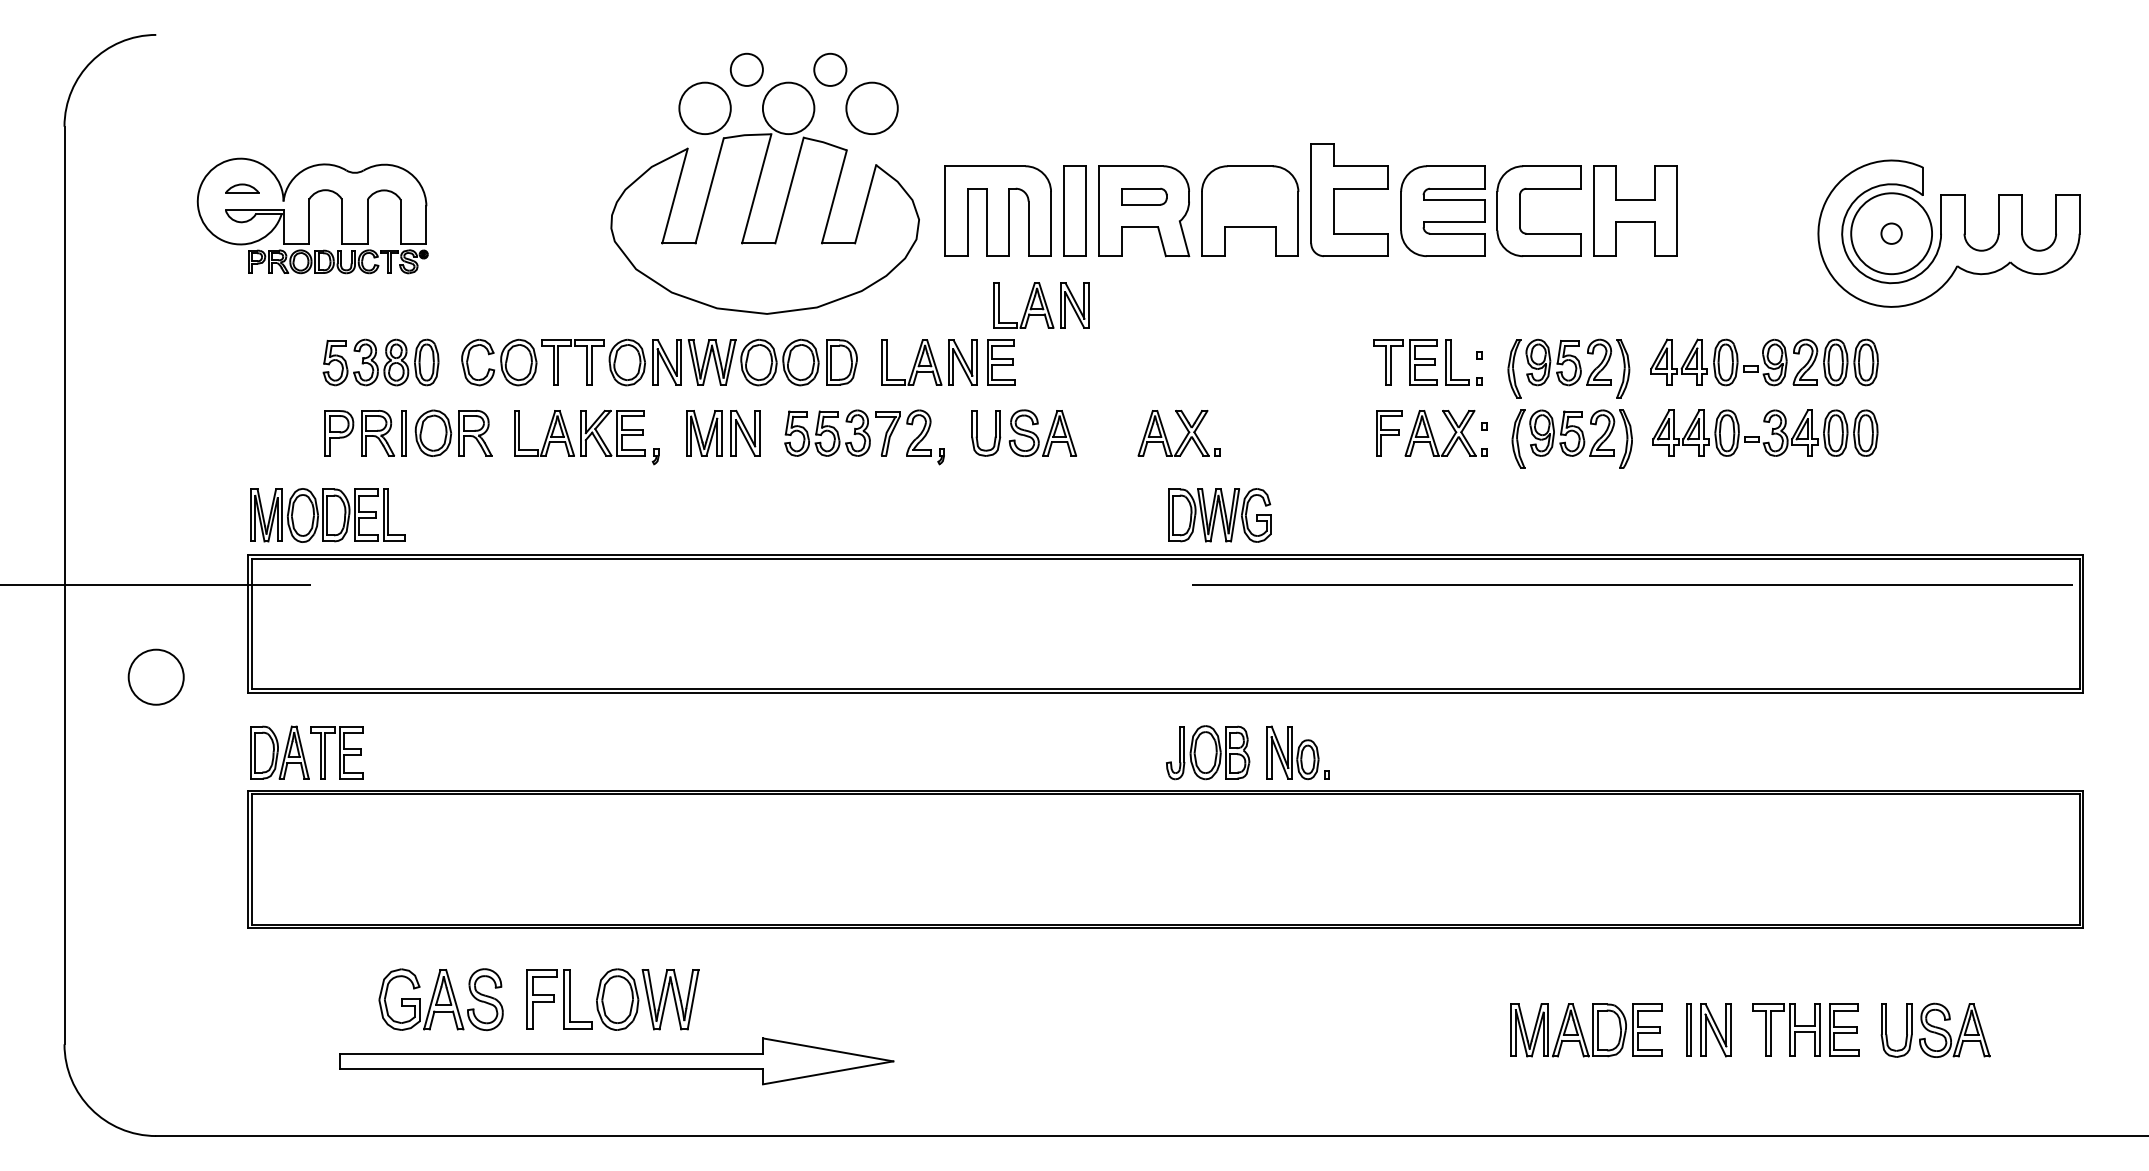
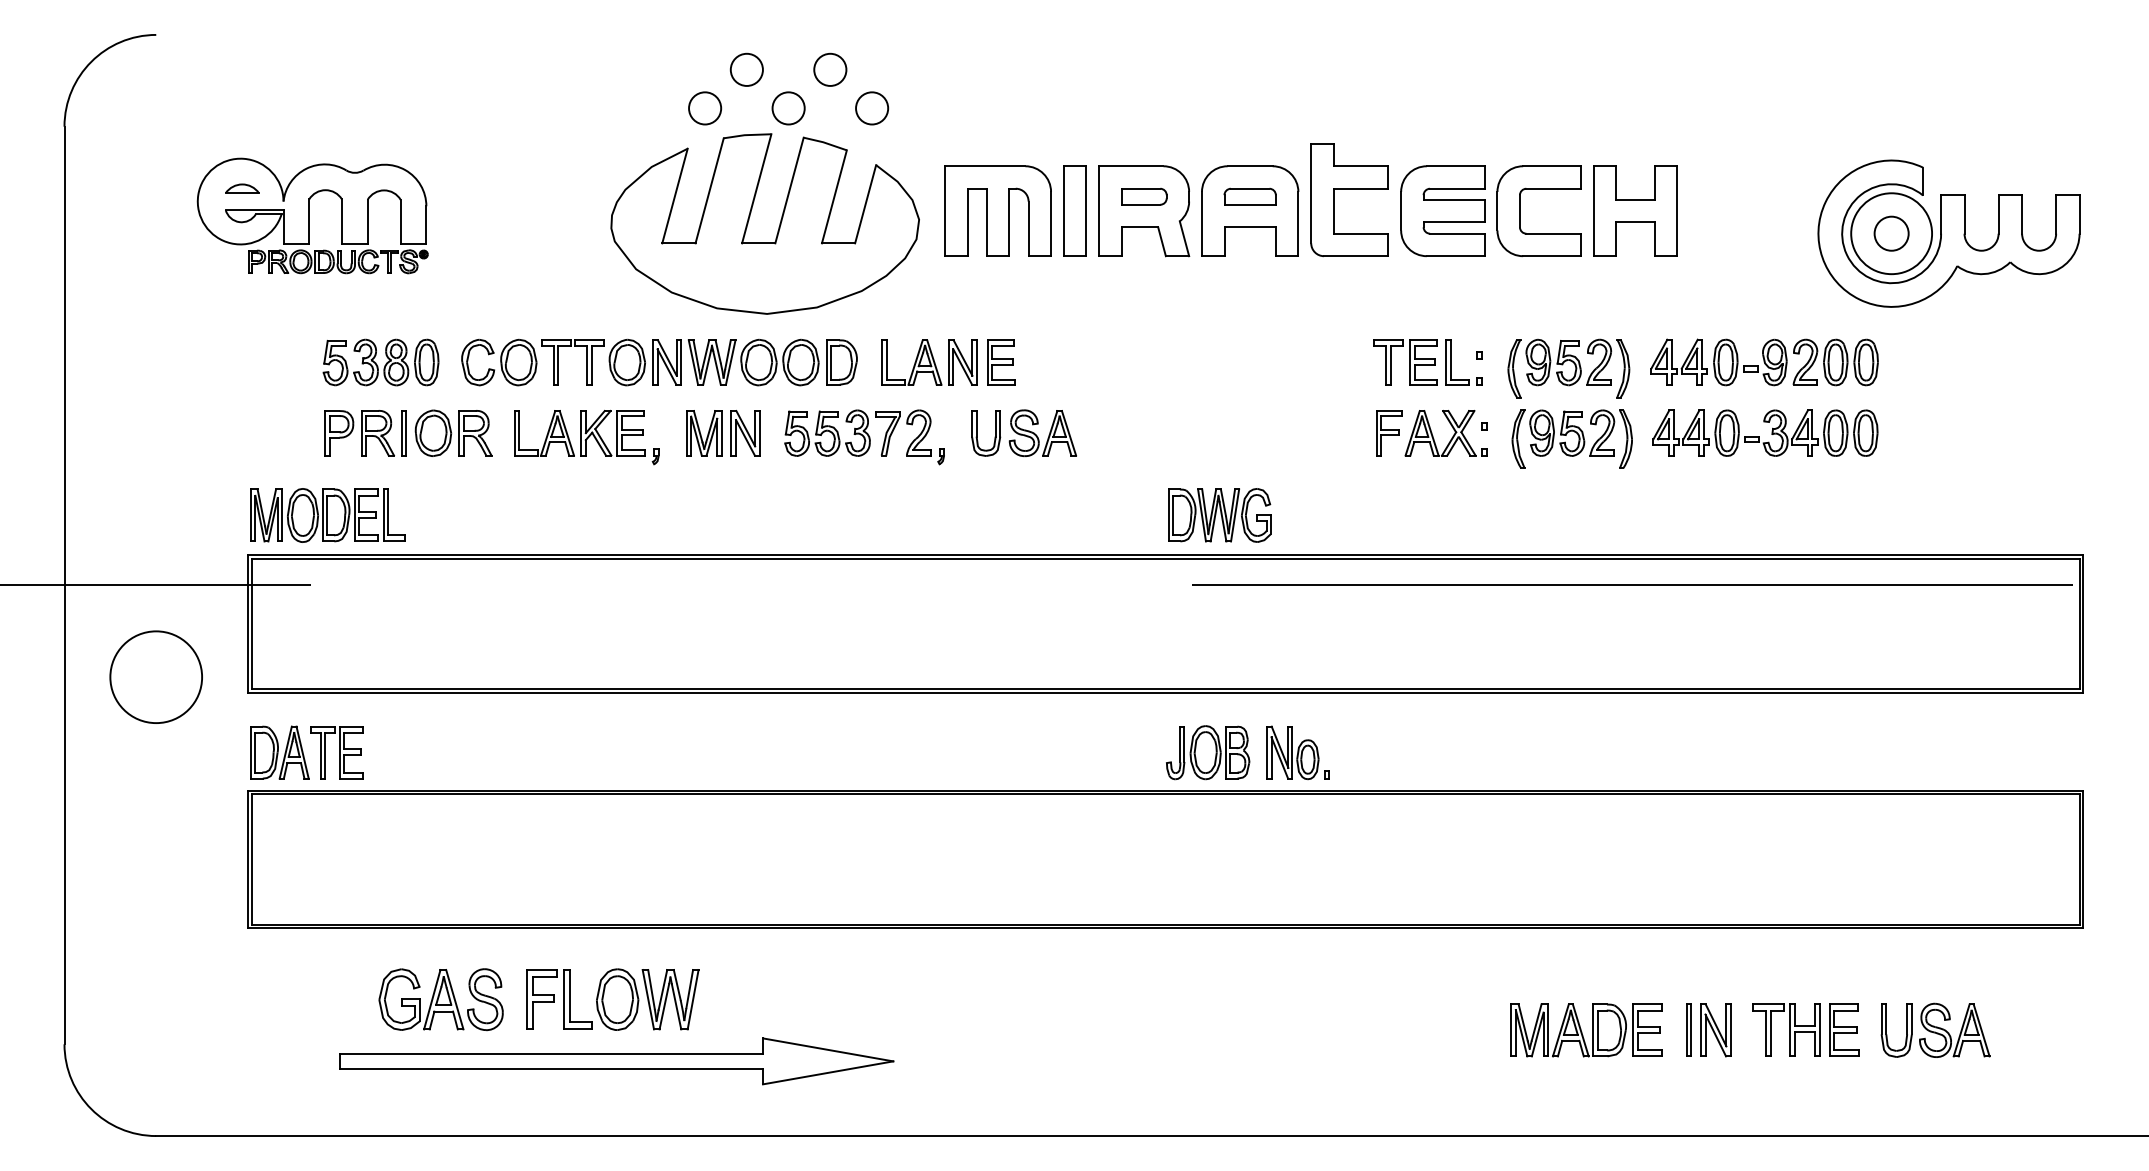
circle at (704, 108) diameter: 51 px -> 32 px
circle at (788, 108) diameter: 51 px -> 32 px
circle at (871, 108) diameter: 51 px -> 32 px
part at (1249, 196): none -> present
circle at (1891, 233) diameter: 20 px -> 34 px
part at (1041, 305): present -> none
part at (1184, 437): present -> none
circle at (155, 676) diameter: 55 px -> 92 px
